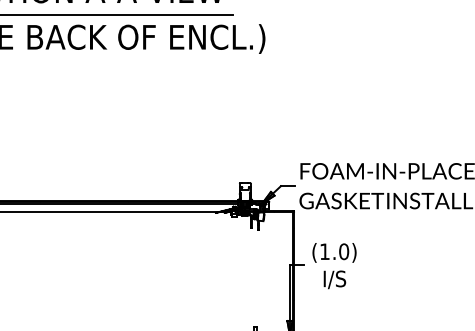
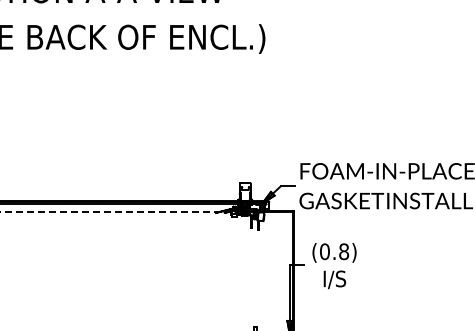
line at (117, 15): present -> none
line at (115, 212): solid -> dashed
text at (334, 251): (1.0) -> (0.8)
